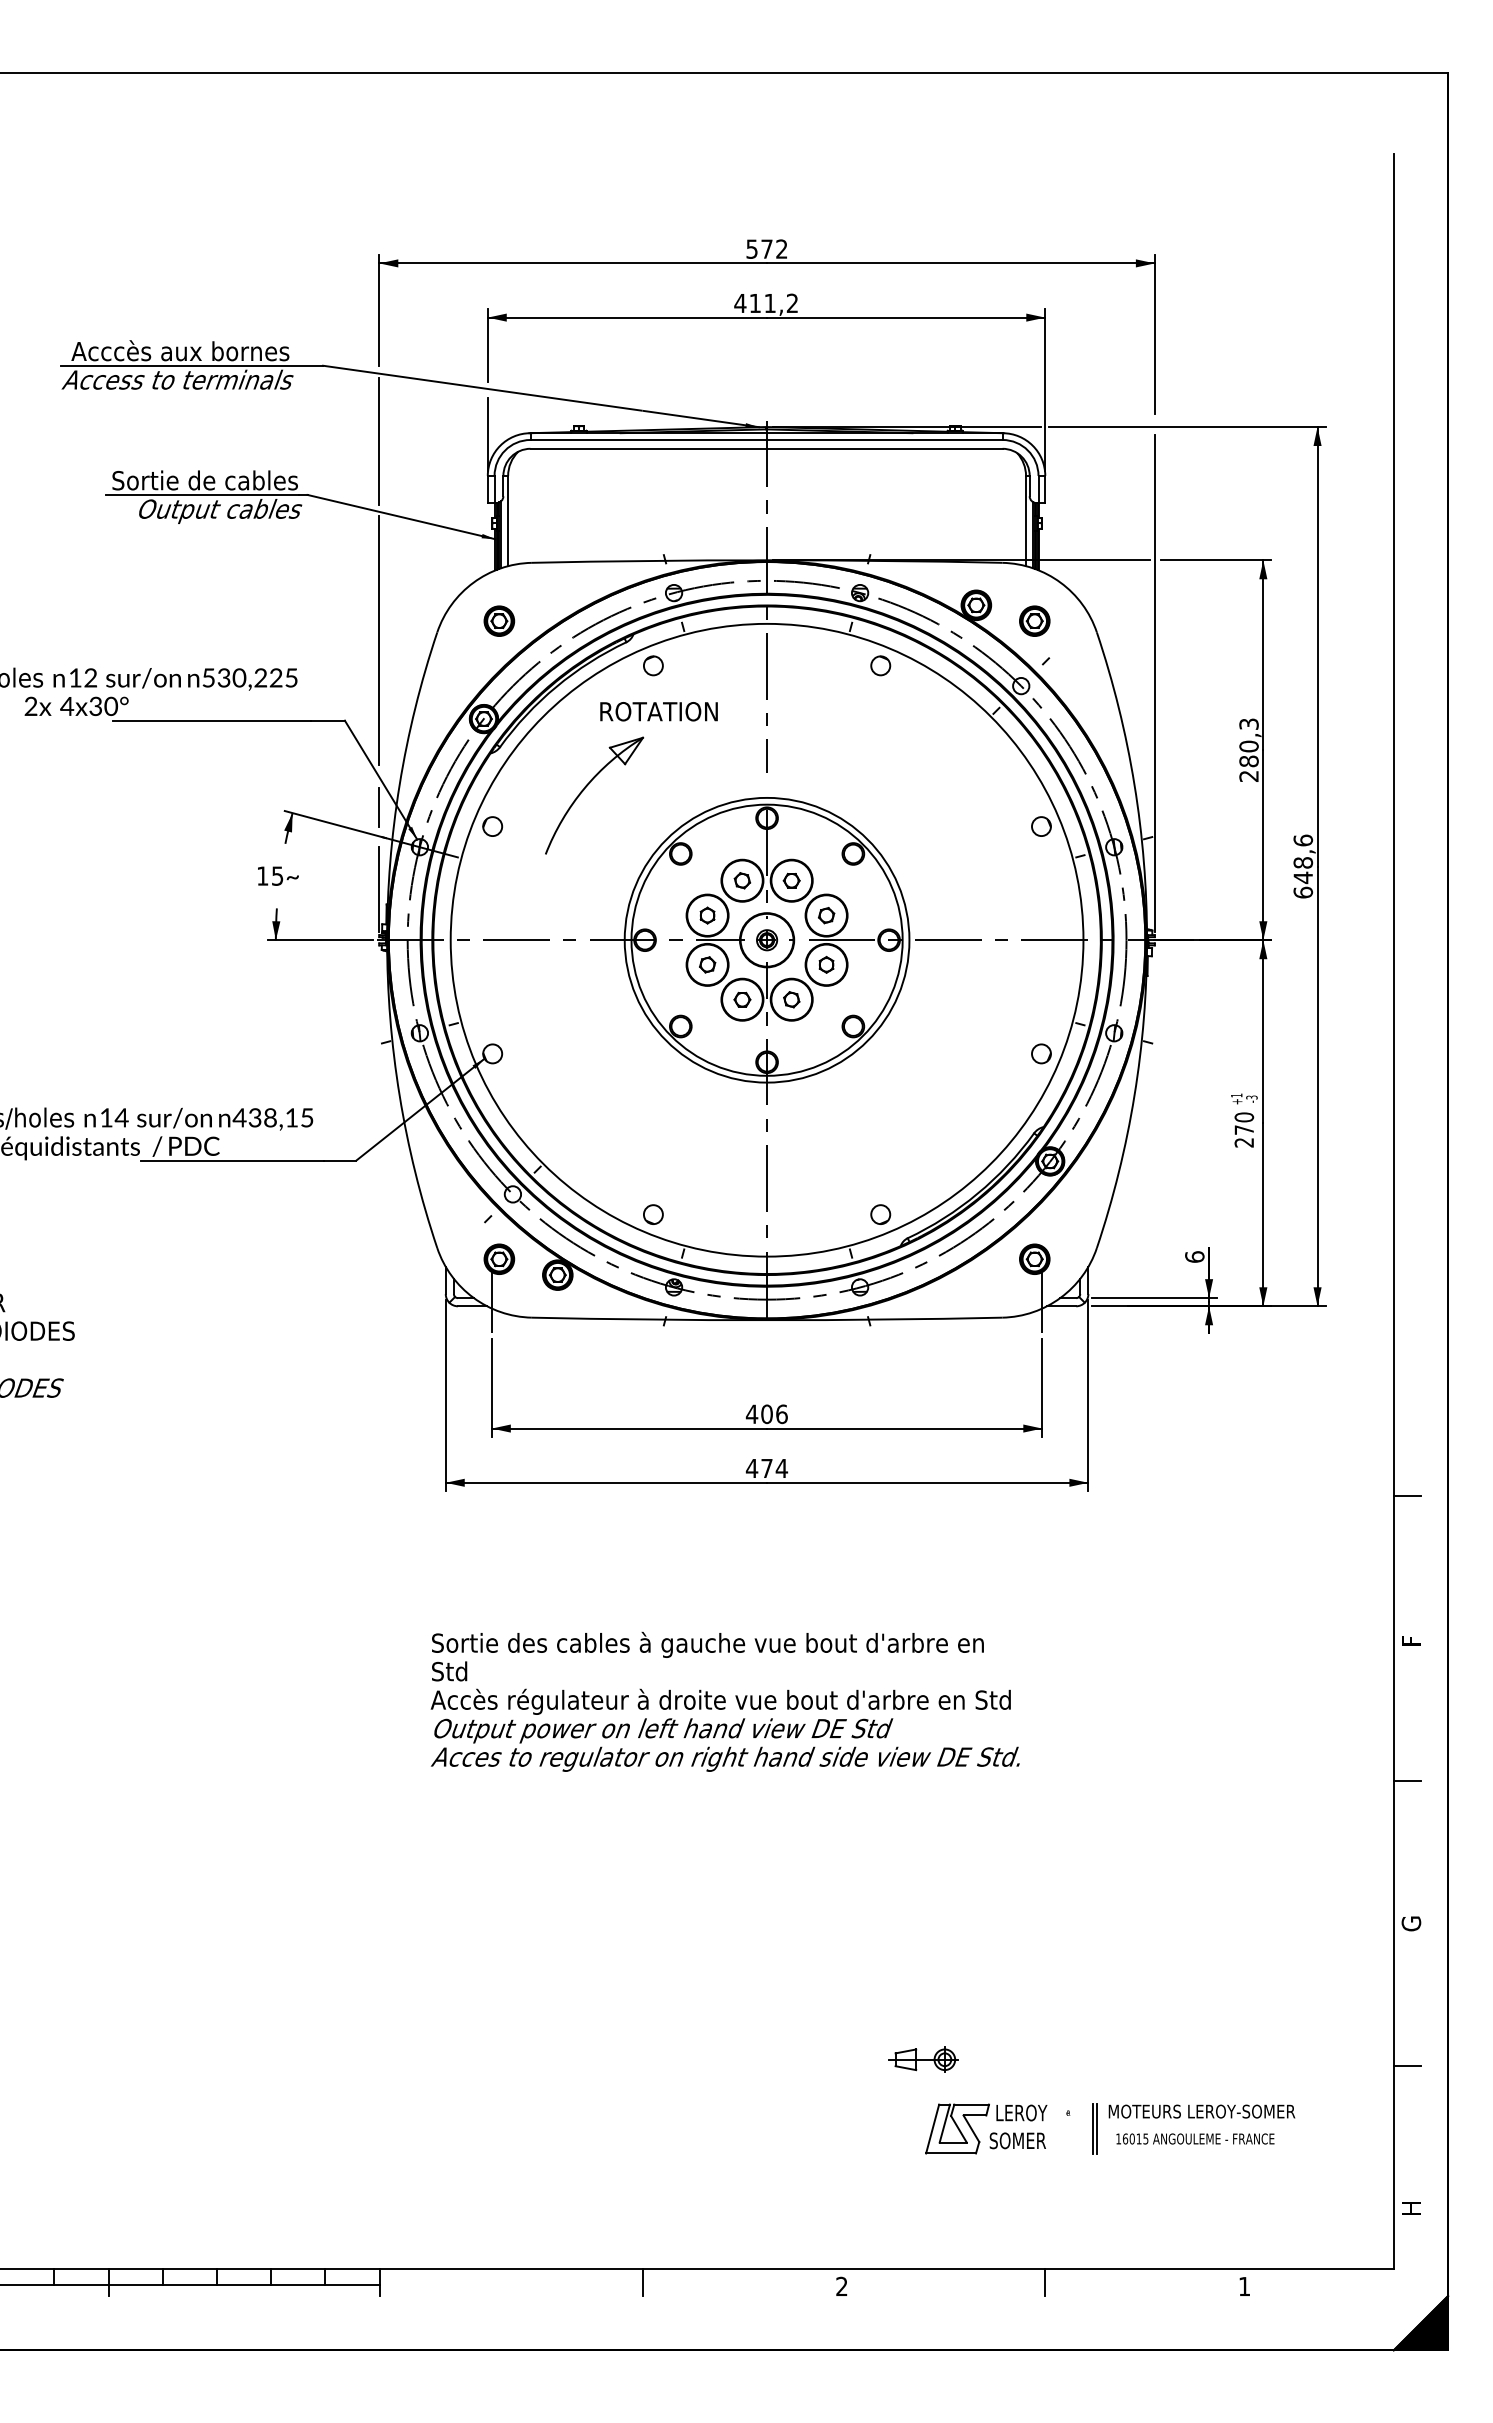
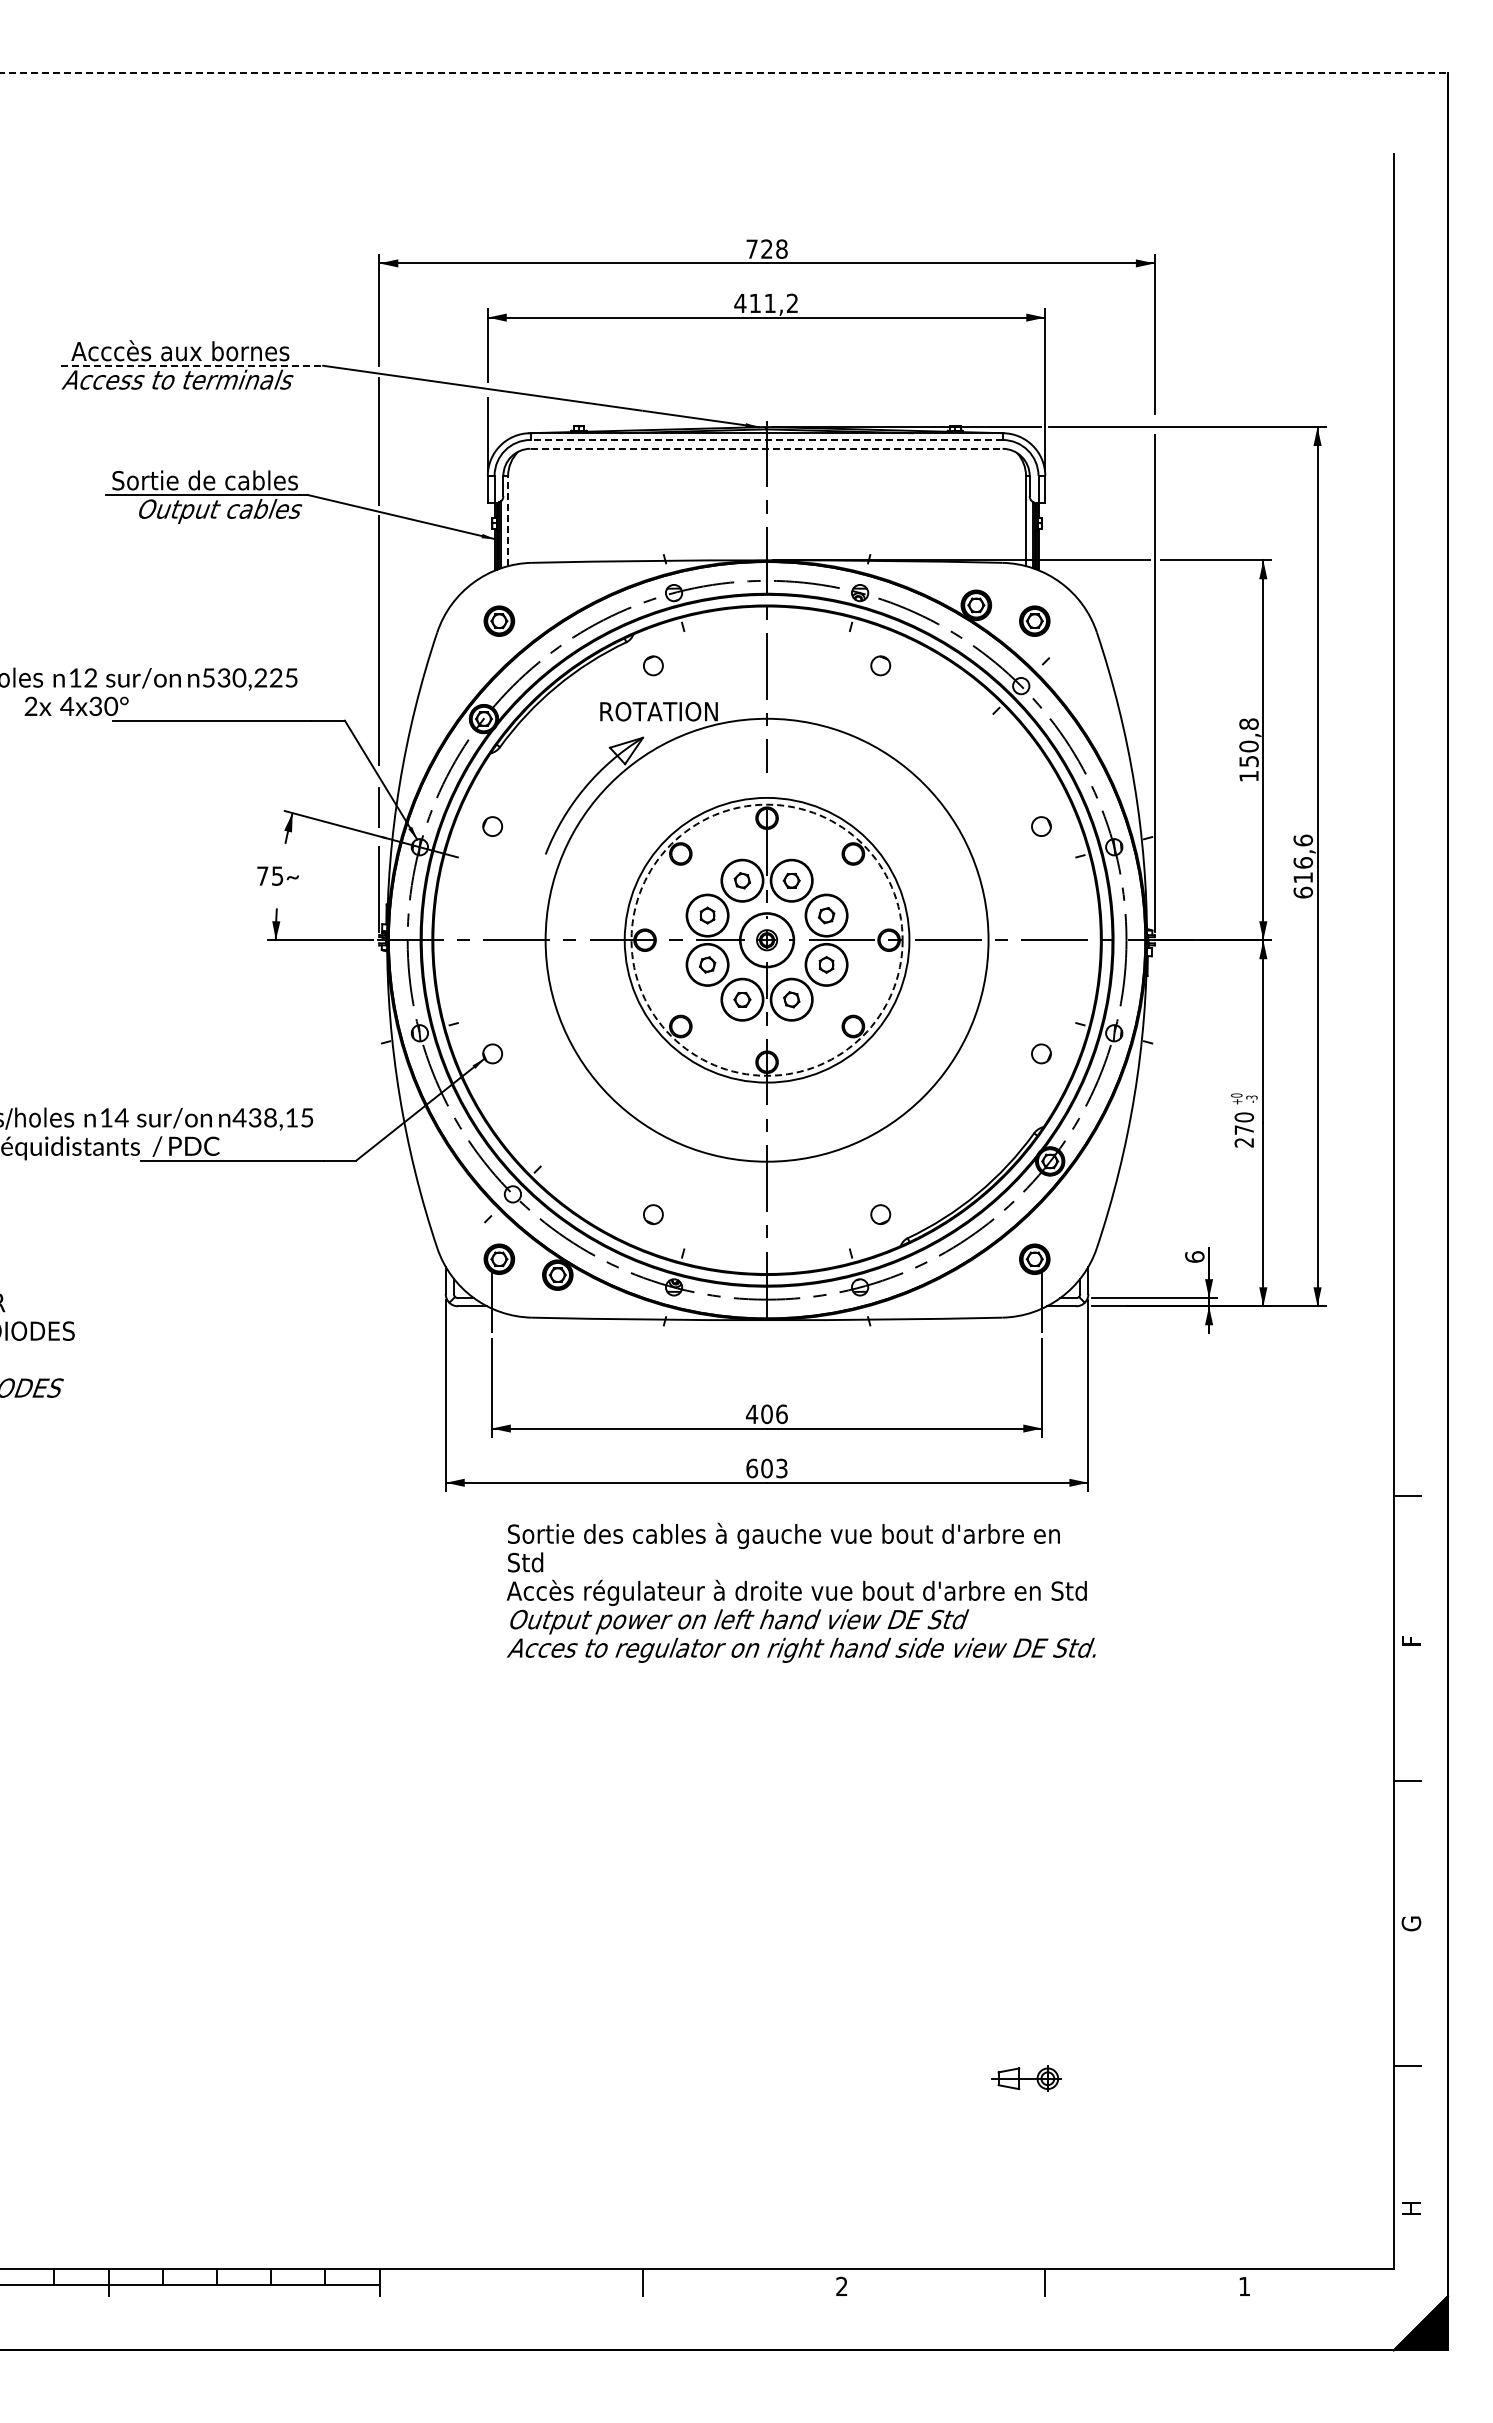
line at (724, 72): solid -> dashed
text at (766, 248): 572 -> 728
line at (192, 365): solid -> dashed
line at (766, 439): solid -> dashed
line at (767, 448): solid -> dashed
line at (508, 520): solid -> dashed
text at (1248, 749): 280,3 -> 150,8
text at (1302, 870): 648,6 -> 616,6
text at (262, 875): 15 -> 75
circle at (766, 939) diameter: 633 px -> 443 px
circle at (766, 939): solid -> dashed
text at (1236, 1095): +1 -> +0
text at (766, 1468): 474 -> 603
text at (724, 1701) position: (724, 1701) -> (800, 1592)
part at (923, 2059) position: (923, 2059) -> (1026, 2078)
part at (1116, 2134): present -> none
